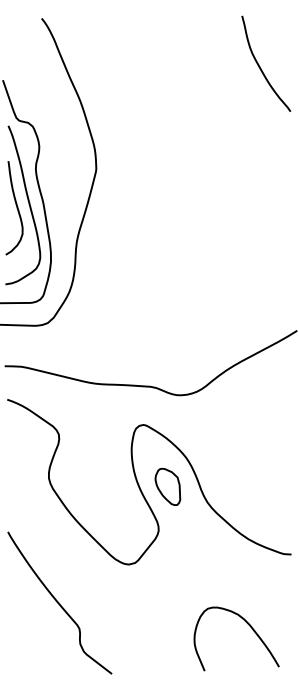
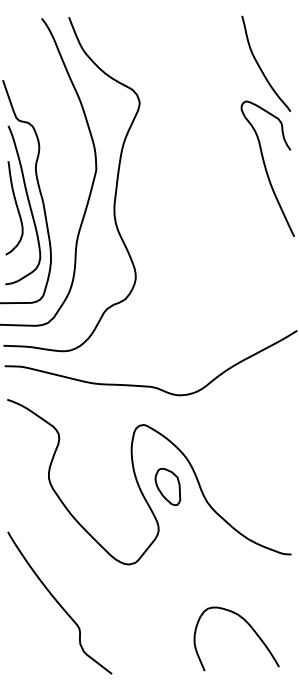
curve at (266, 168): none -> present
curve at (115, 185): none -> present
